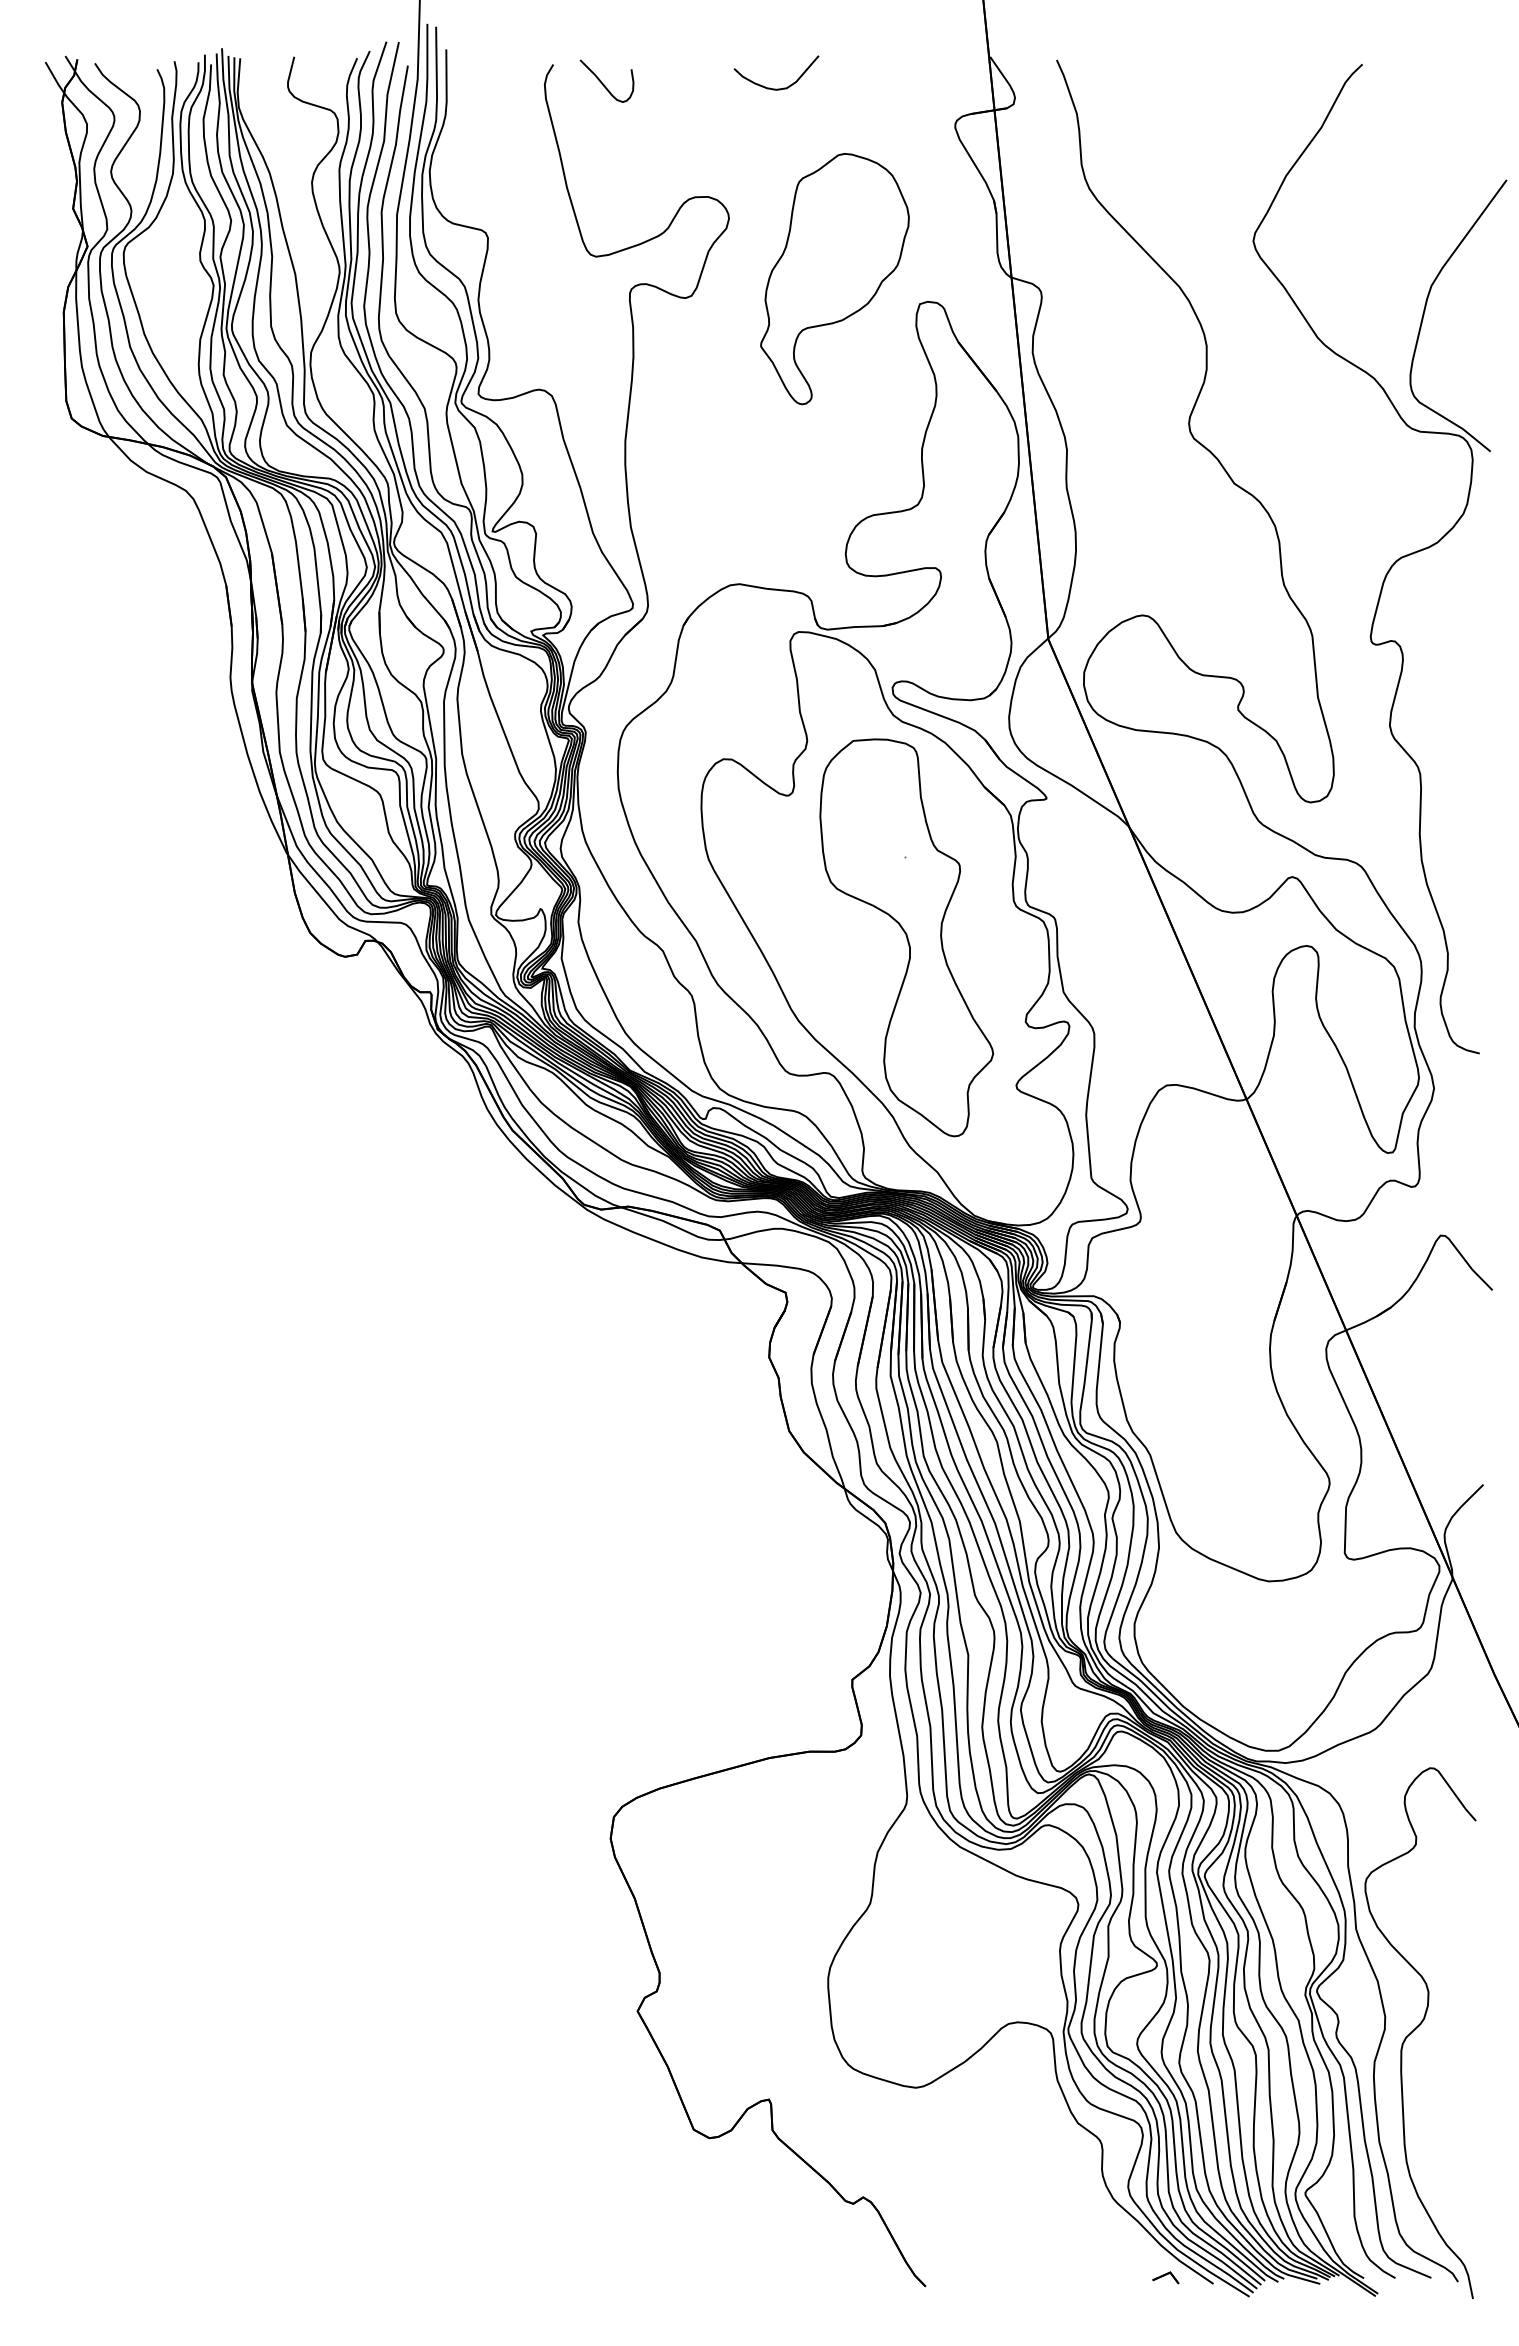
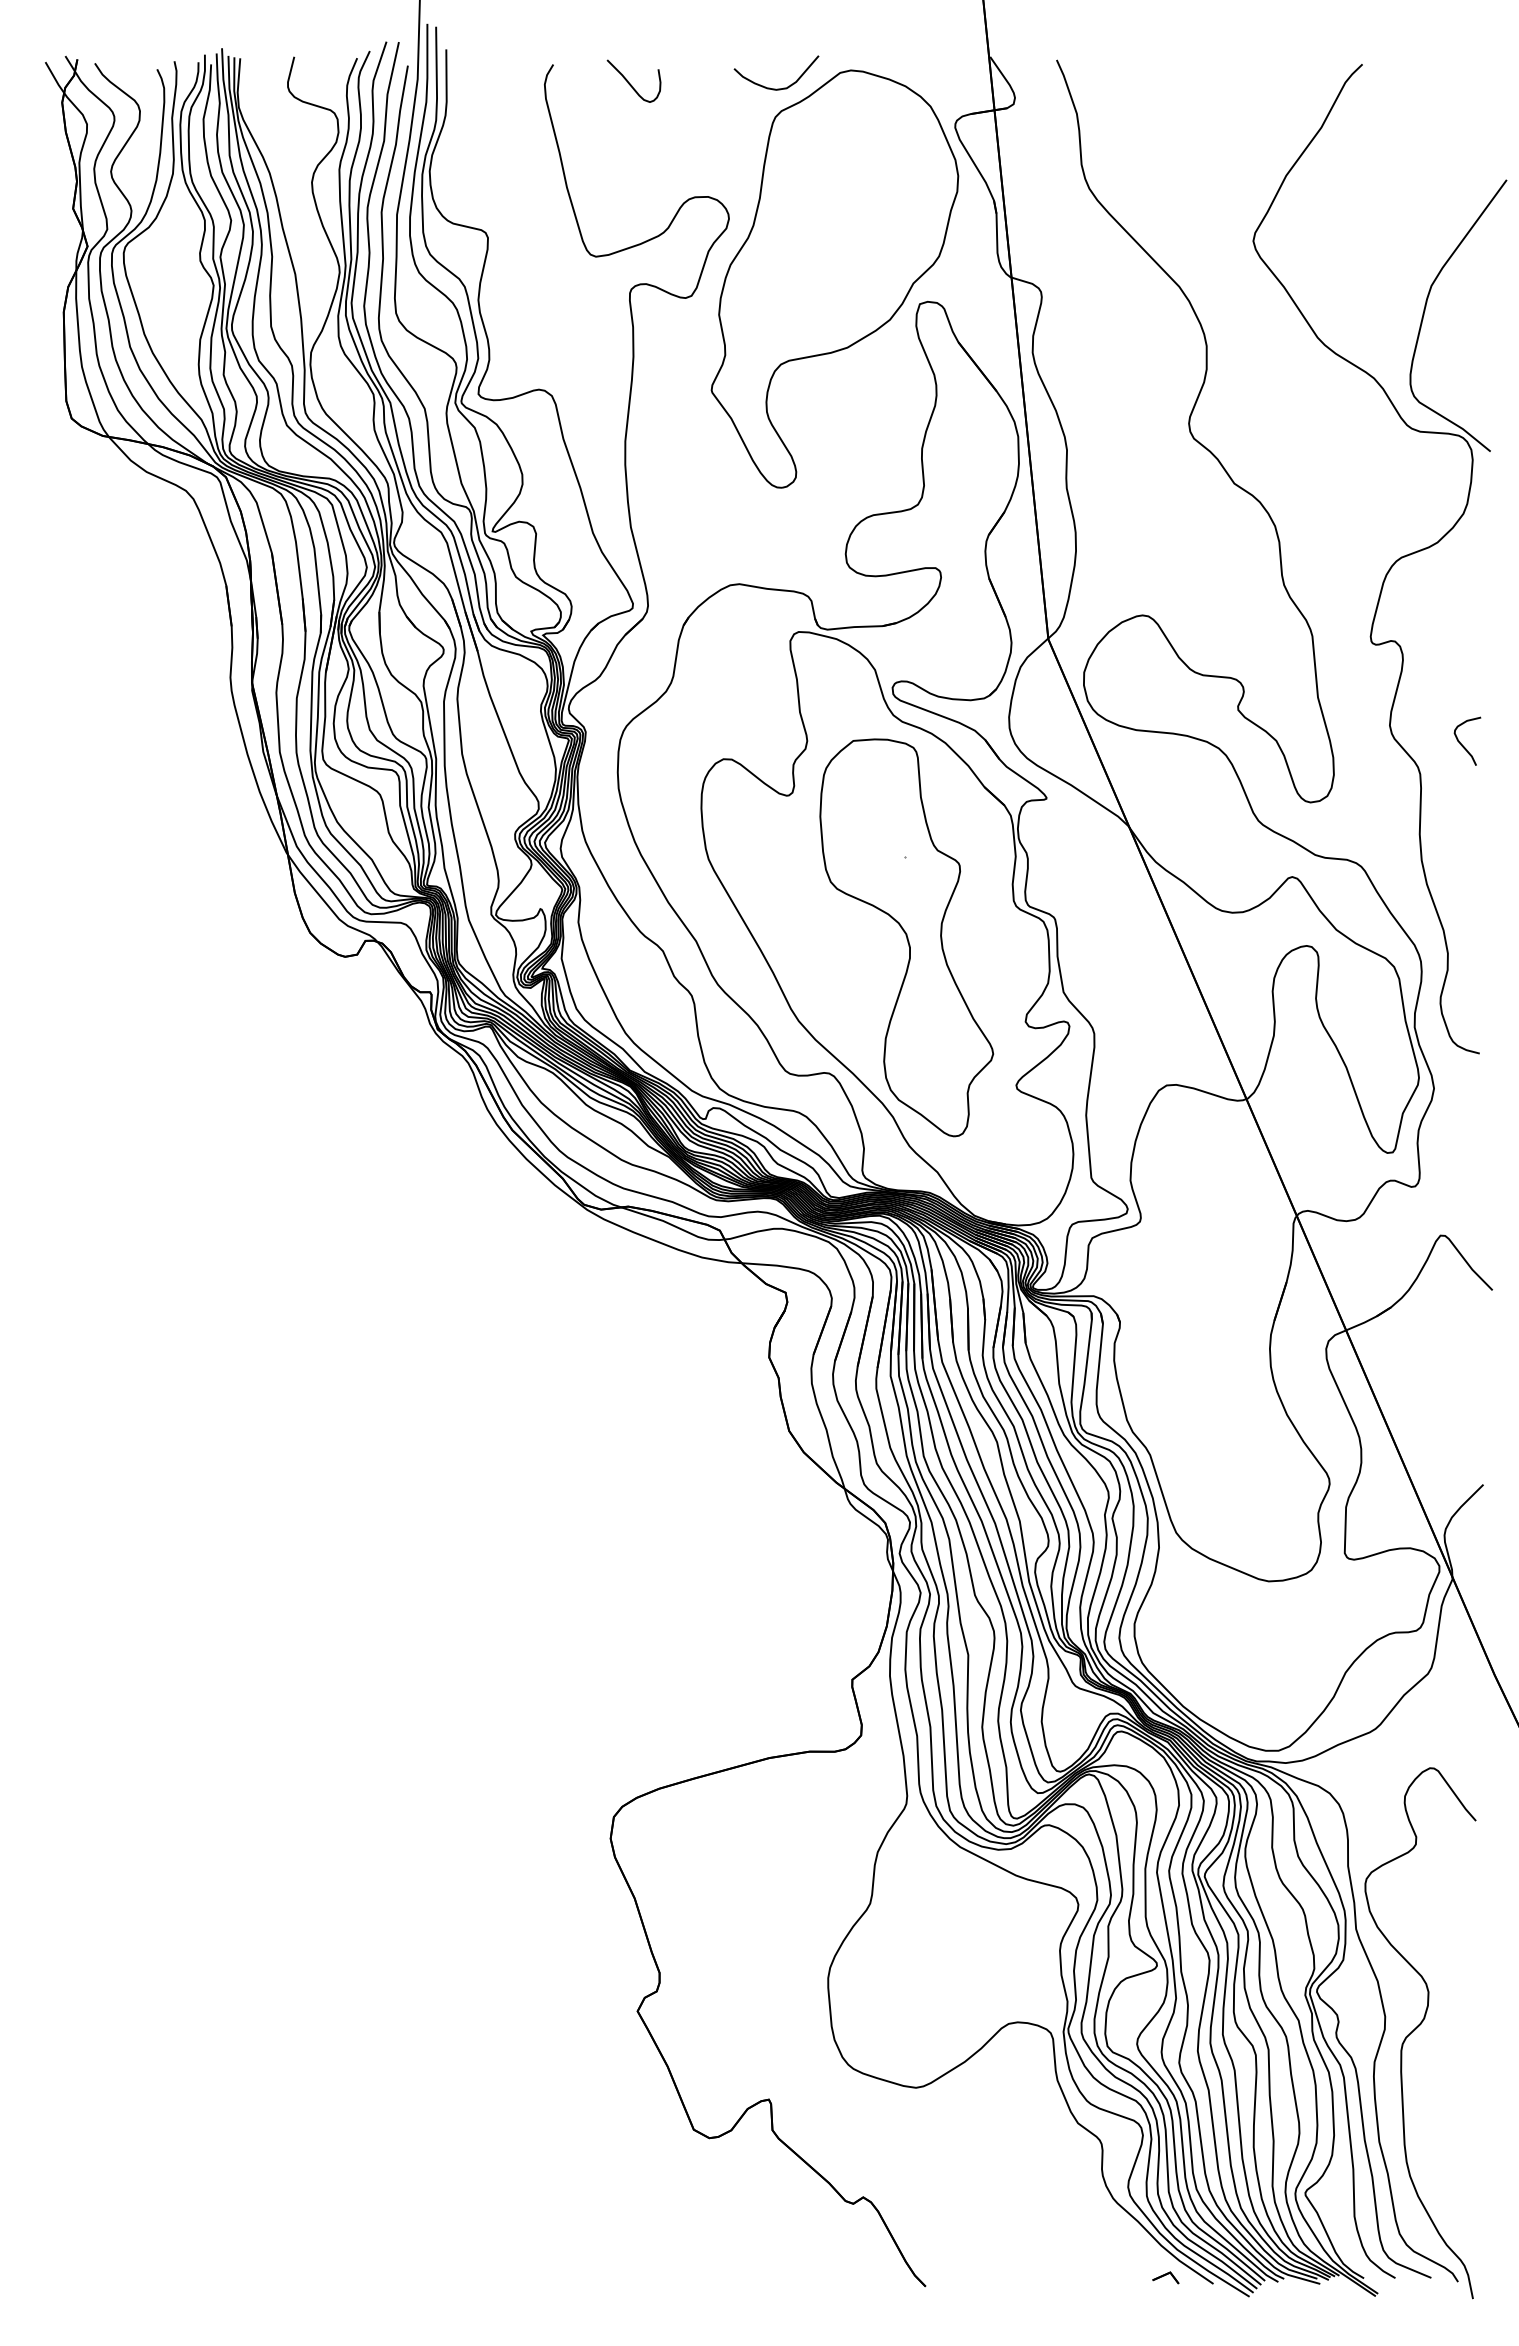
curve at (603, 83) position: (603, 83) -> (630, 83)
part at (834, 279) size: 150x253 px -> 250x420 px
curve at (1462, 744): none -> present
